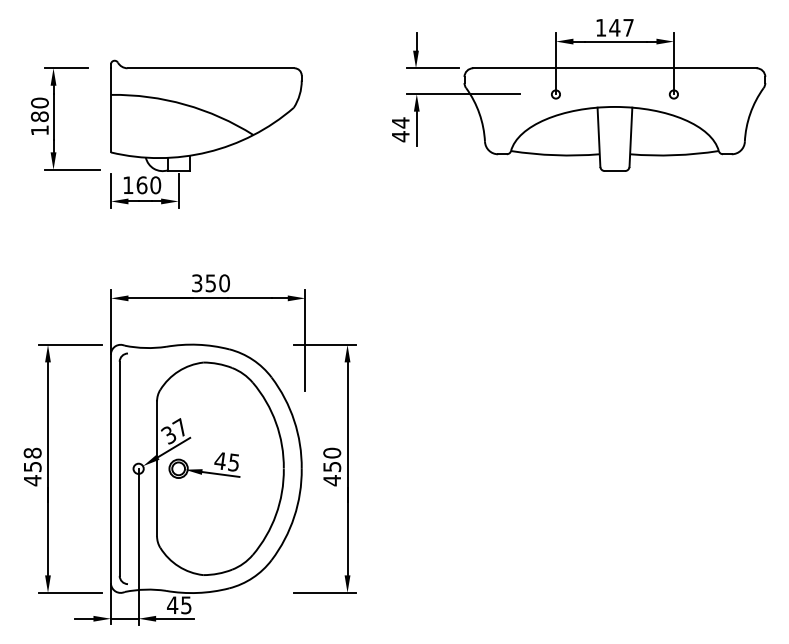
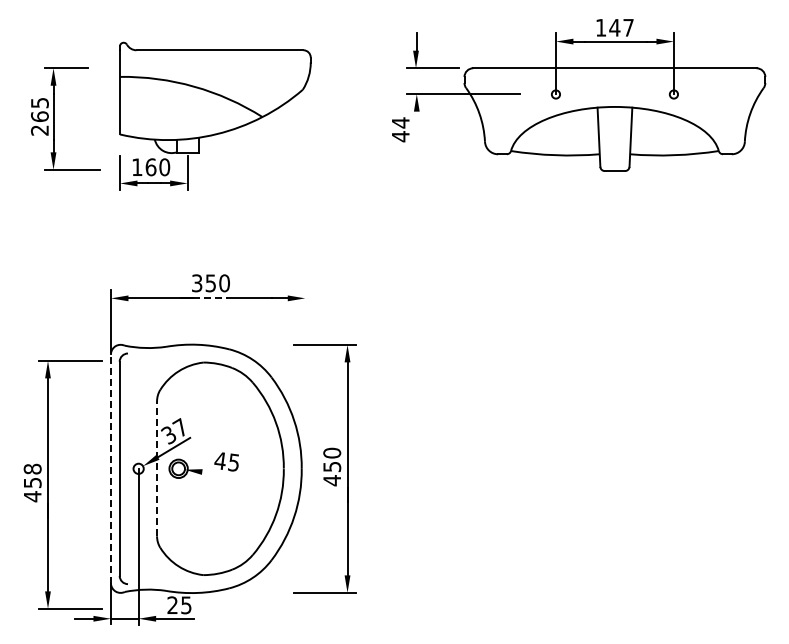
text at (39, 116): 180 -> 265
line at (416, 128): present -> none
part at (206, 133) position: (206, 133) -> (215, 115)
line at (211, 298): solid -> dashed
line at (305, 340): present -> none
part at (48, 468) position: (48, 468) -> (48, 484)
line at (110, 468): solid -> dashed
line at (157, 468): solid -> dashed
line at (220, 474): present -> none
text at (172, 604): 45 -> 25
